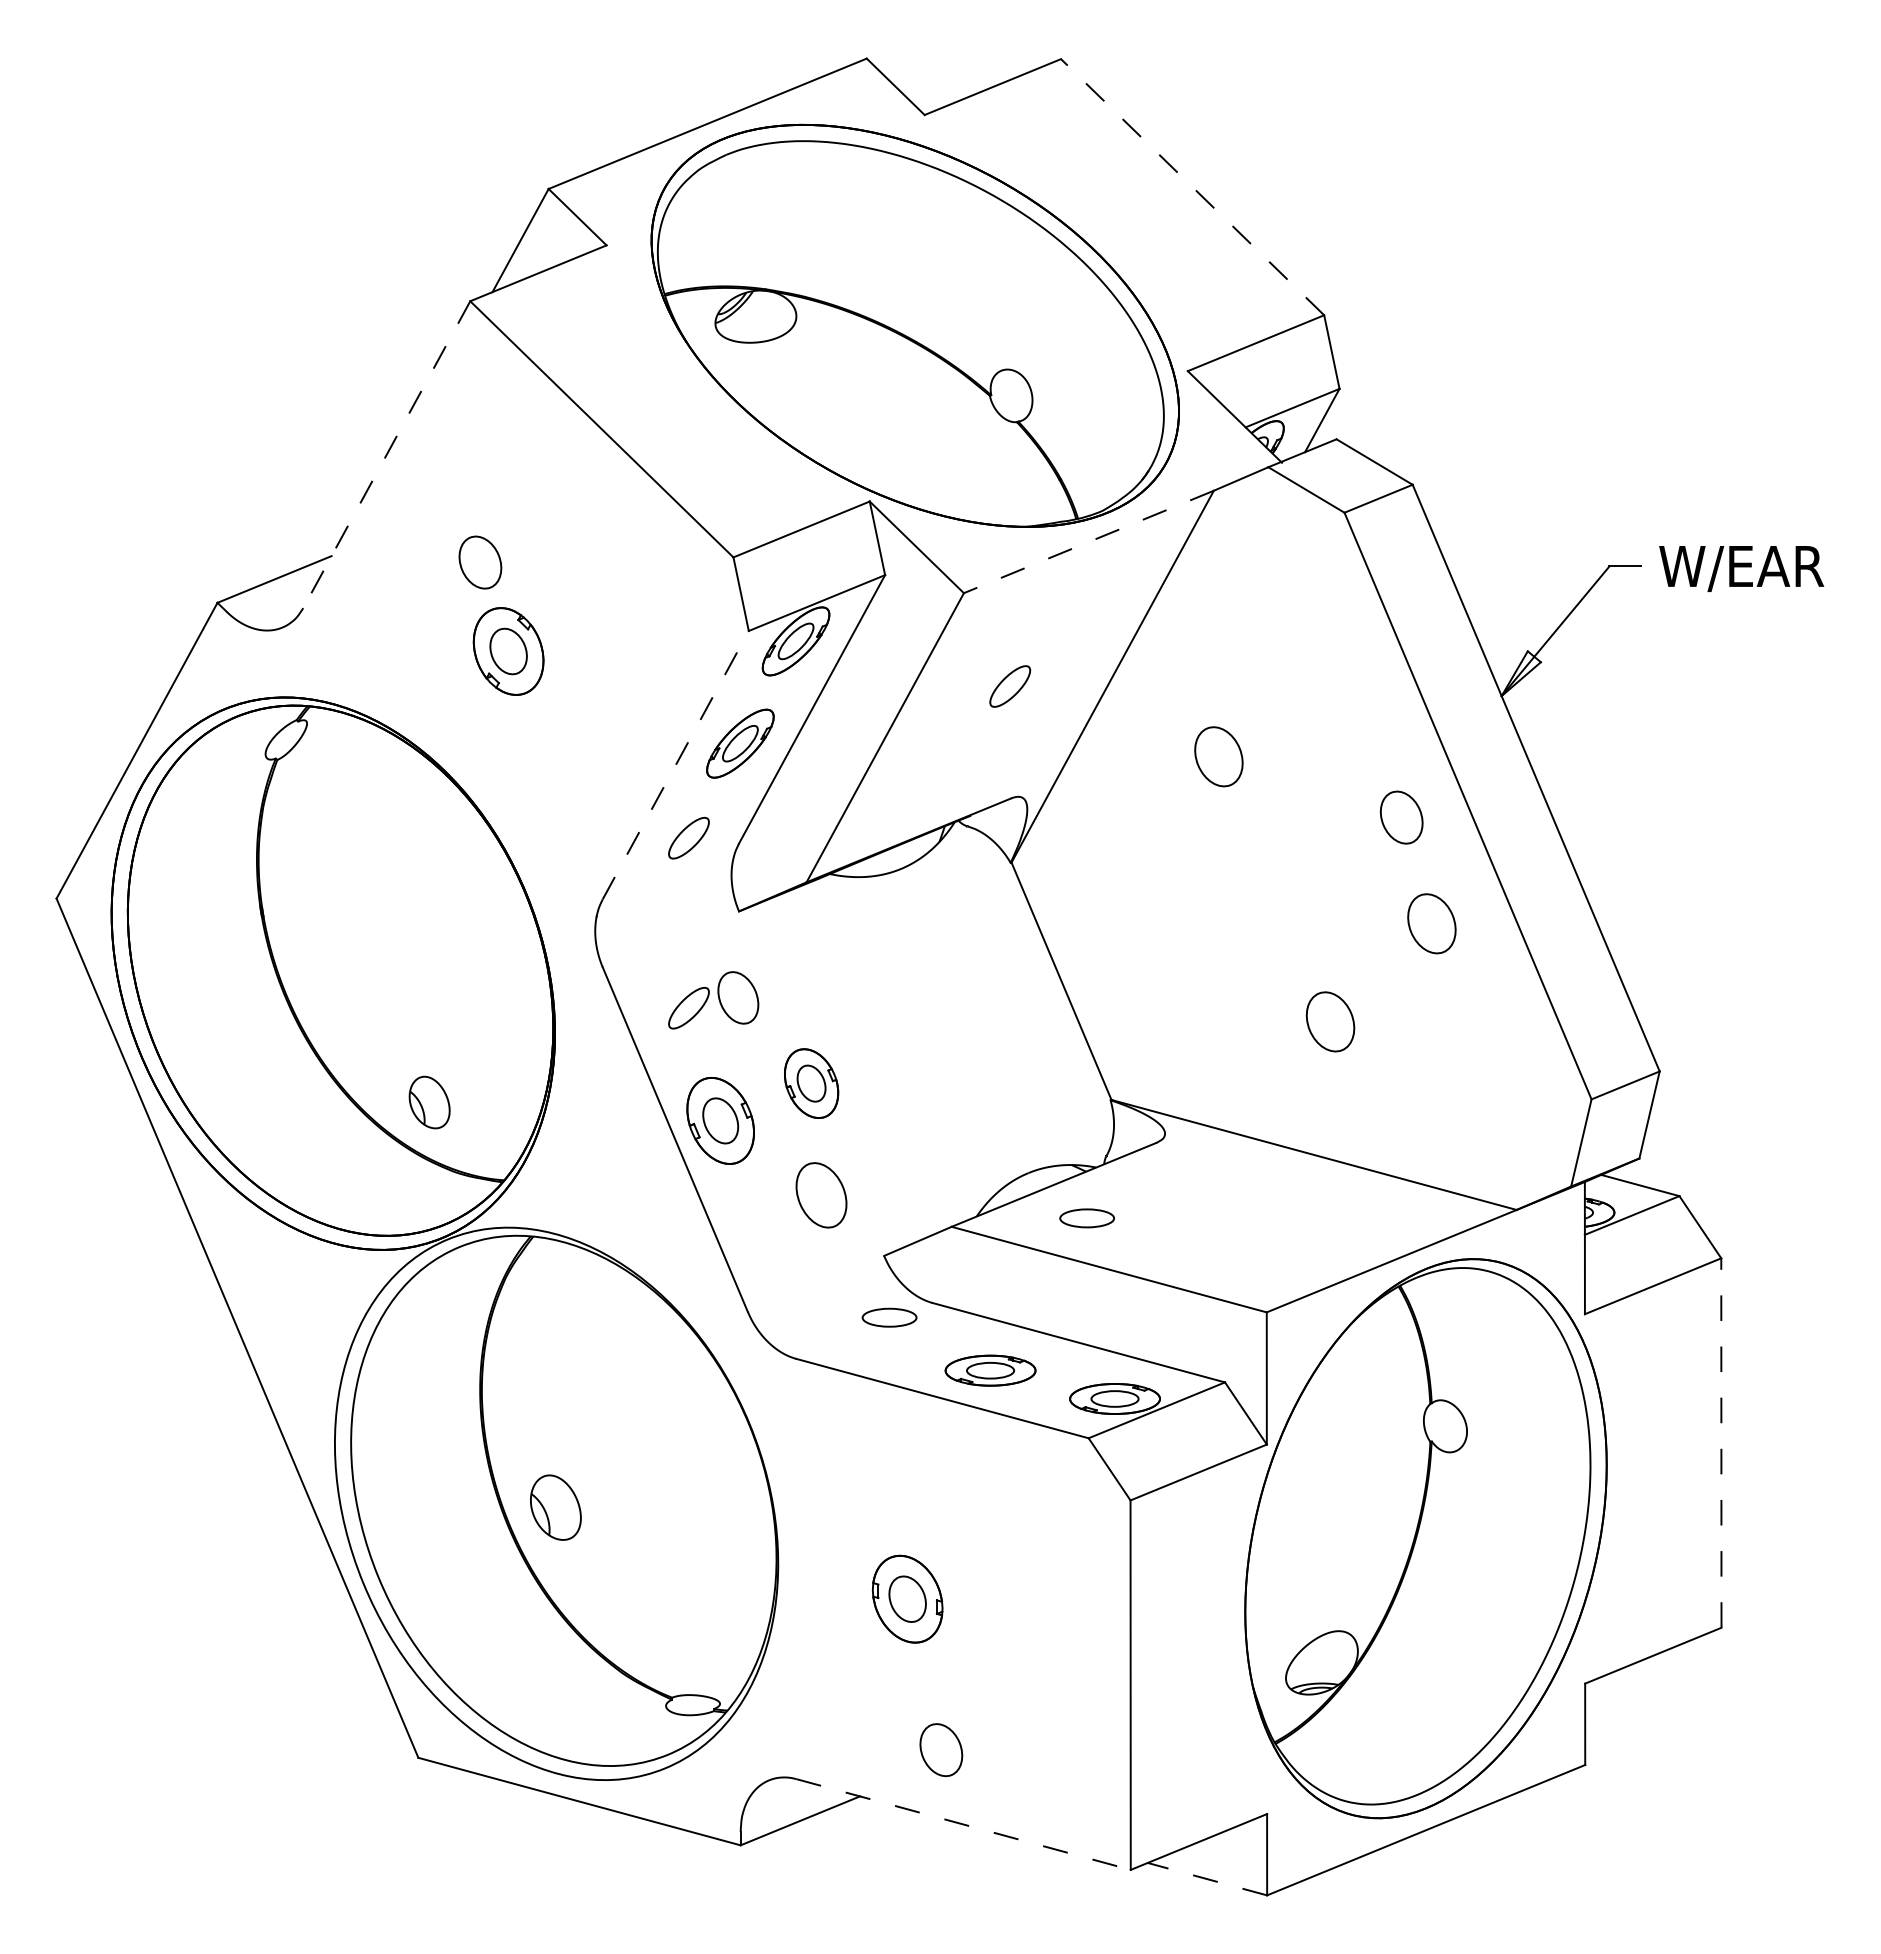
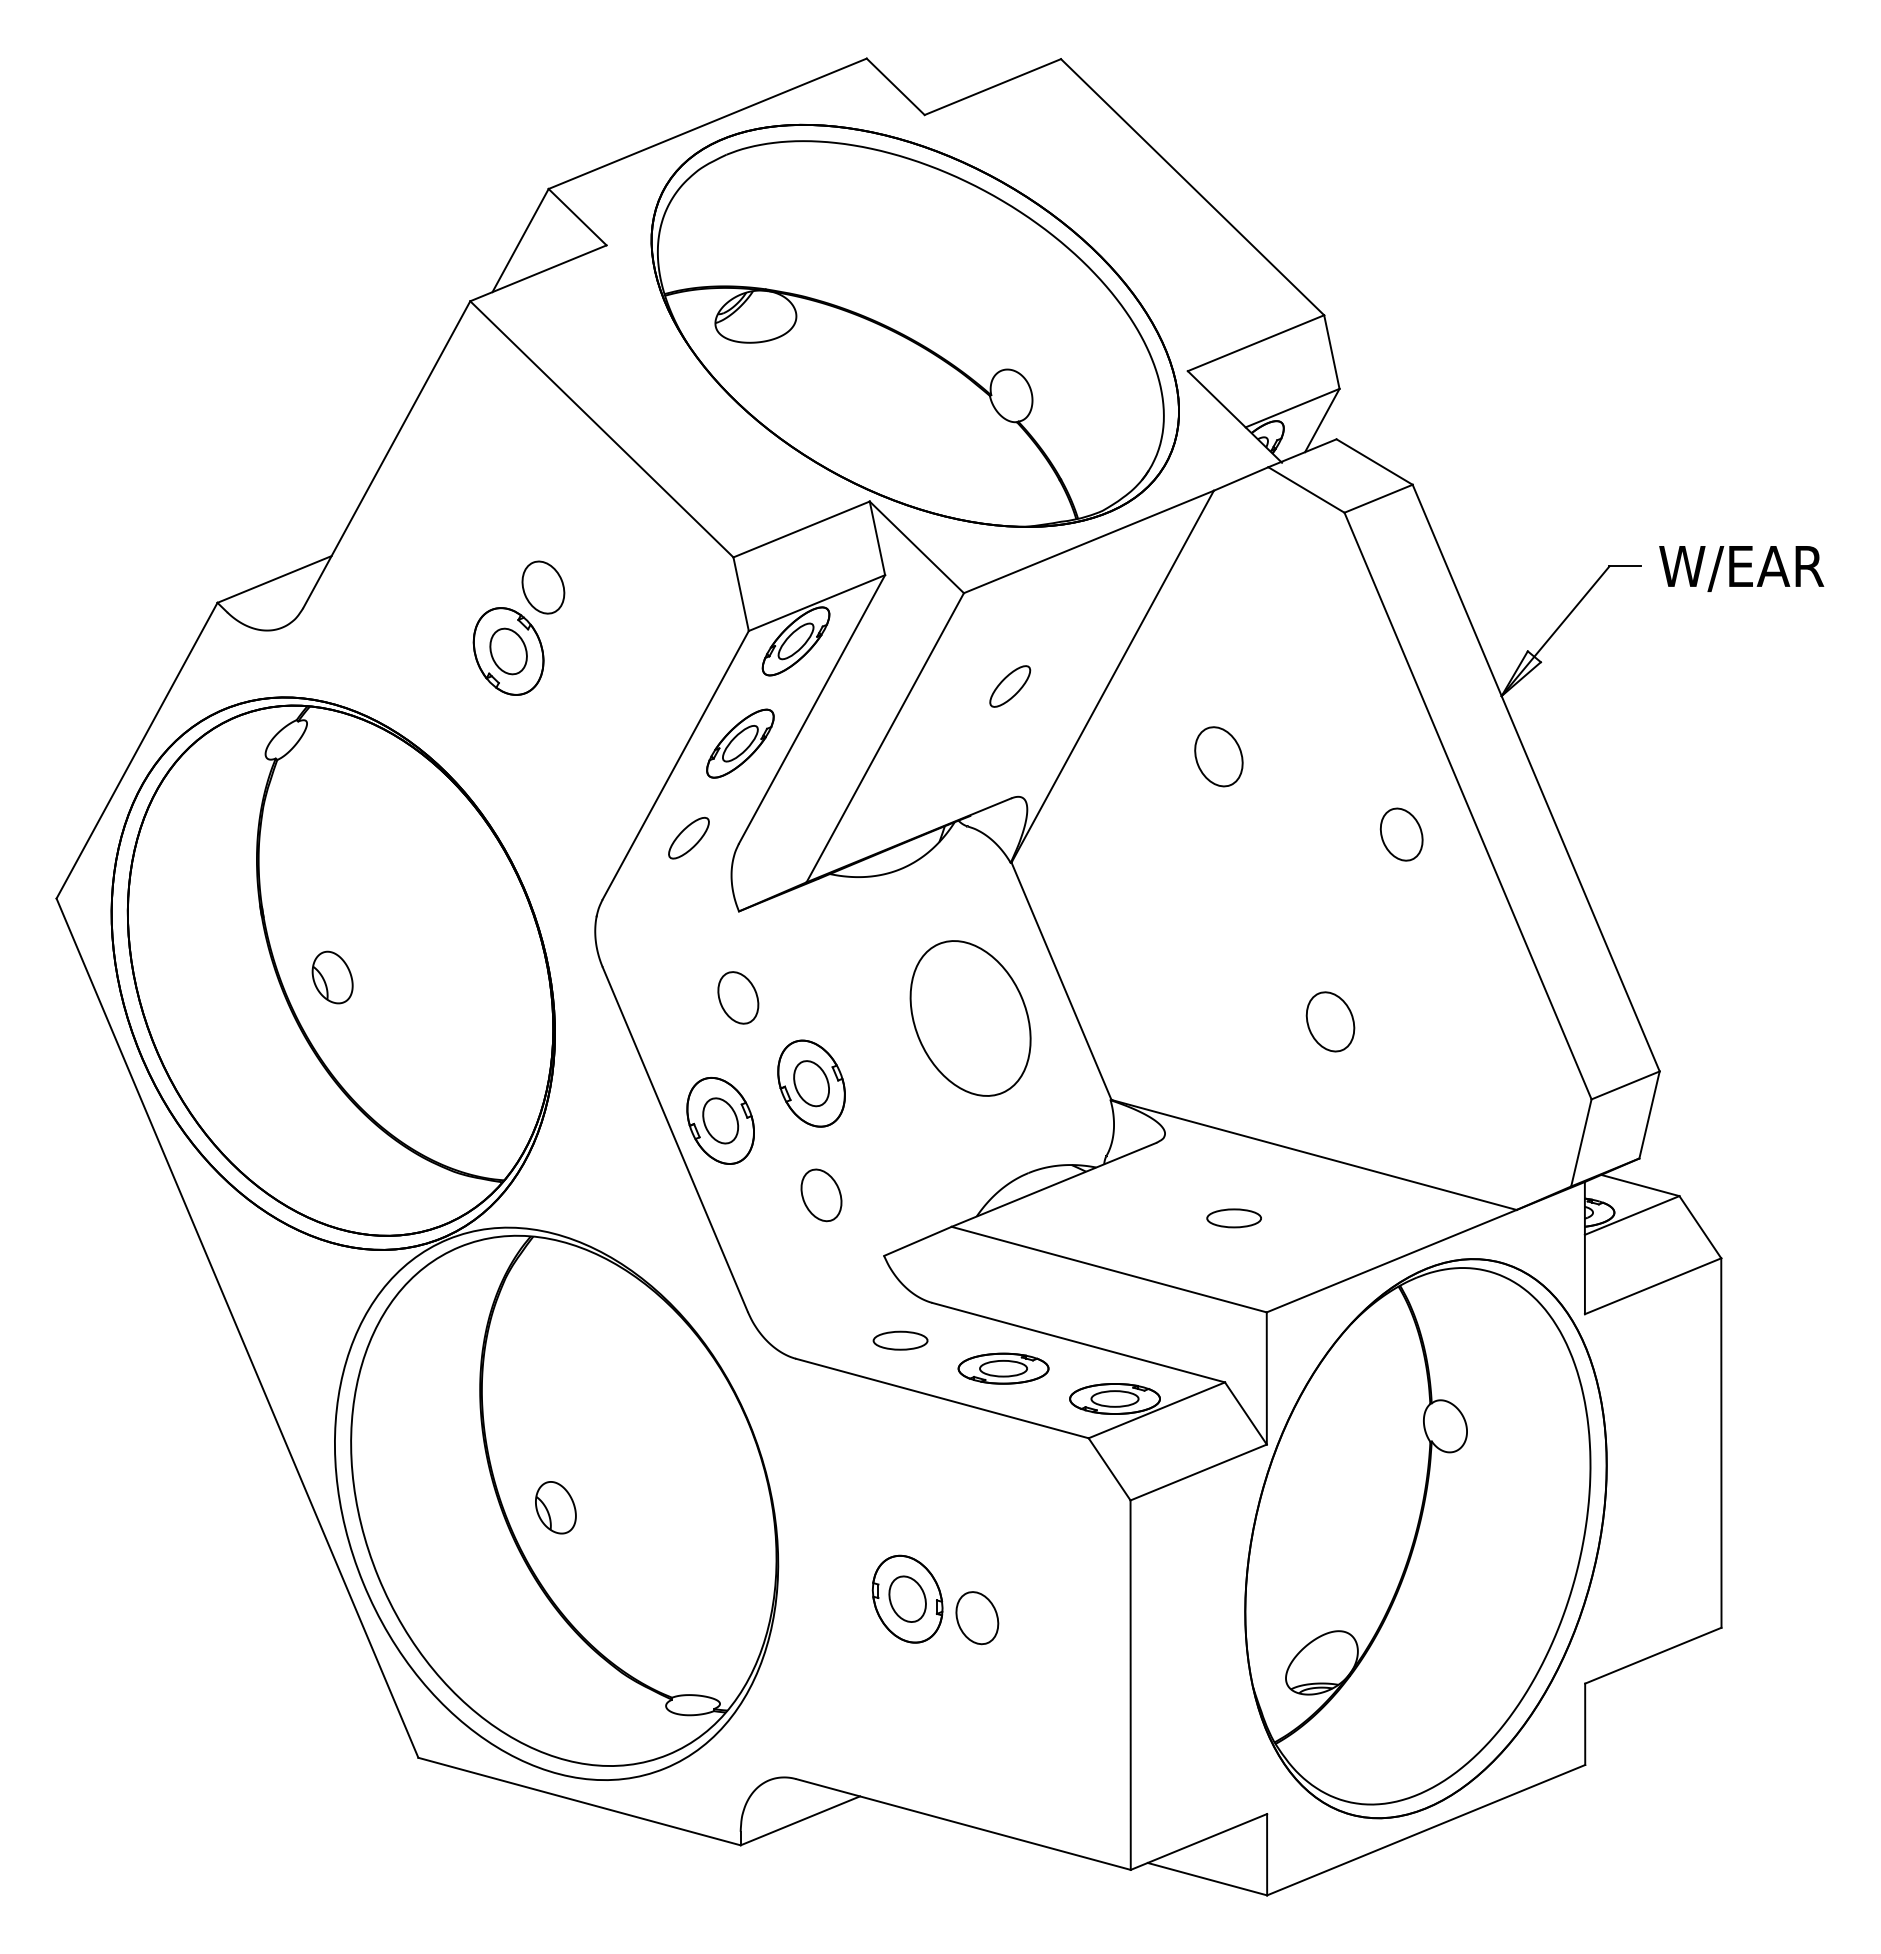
line at (1192, 187): dashed -> solid
line at (386, 454): dashed -> solid
line at (1088, 542): dashed -> solid
part at (480, 562) position: (480, 562) -> (543, 587)
line at (675, 765): dashed -> solid
part at (1401, 817) position: (1401, 817) -> (1401, 834)
part at (1431, 923): present -> none
part at (688, 1007): present -> none
part at (970, 1018): none -> present
part at (811, 1083) size: 56x71 px -> 69x89 px
part at (429, 1102) position: (429, 1102) -> (332, 977)
part at (821, 1195) size: 53x67 px -> 43x55 px
part at (1086, 1218) position: (1086, 1218) -> (1233, 1218)
part at (889, 1317) position: (889, 1317) -> (900, 1340)
part at (990, 1370) position: (990, 1370) -> (1003, 1368)
line at (1721, 1443): dashed -> solid
part at (555, 1507) size: 52x67 px -> 42x54 px
part at (941, 1750) position: (941, 1750) -> (977, 1618)
line at (964, 1824): dashed -> solid
line at (1207, 1879): dashed -> solid
